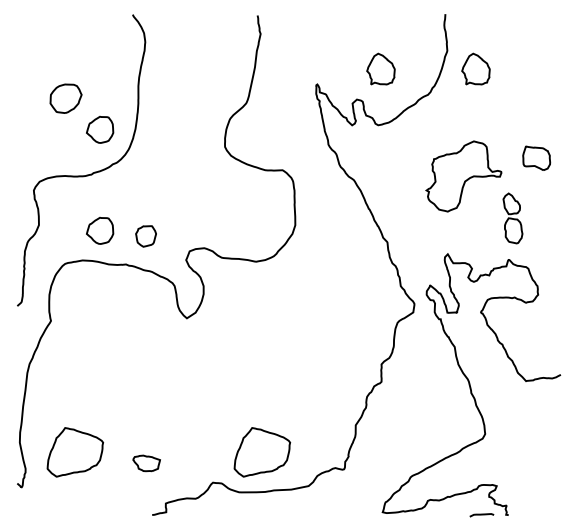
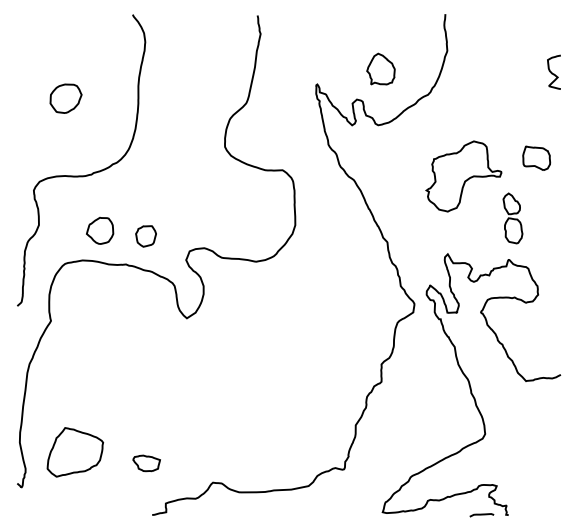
part at (475, 68): present -> none
curve at (552, 72): none -> present
part at (100, 129): present -> none
part at (262, 452): present -> none
